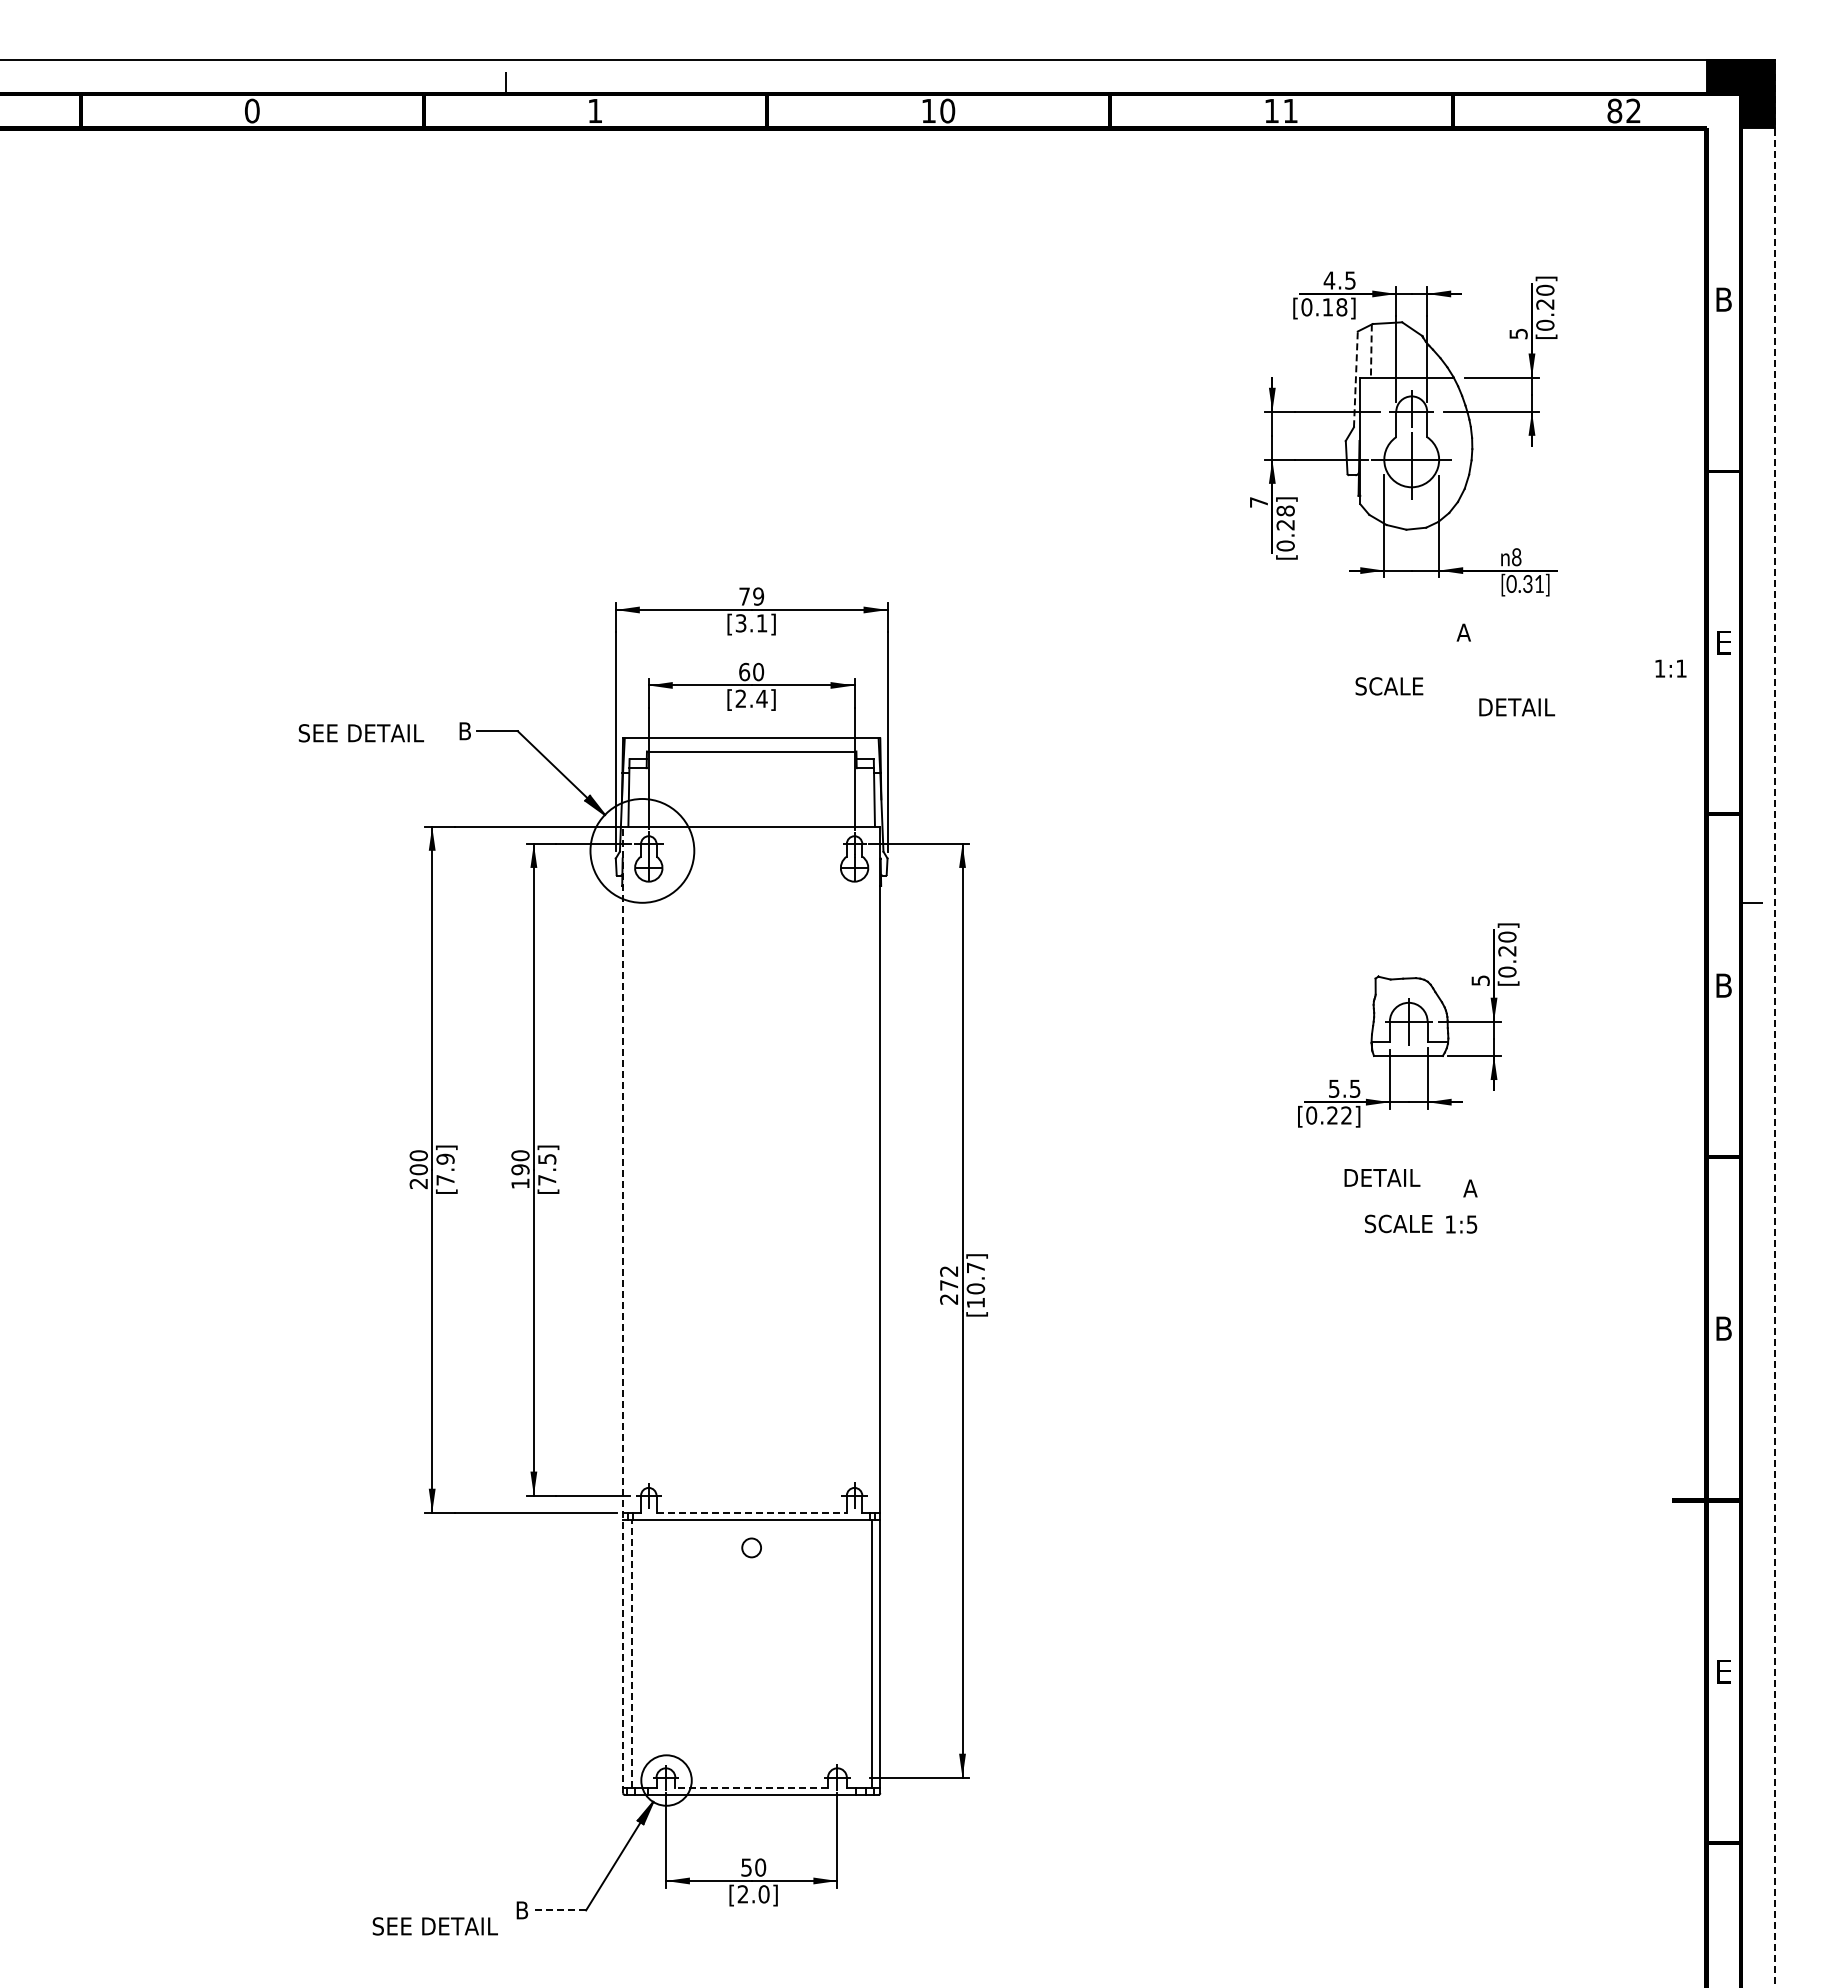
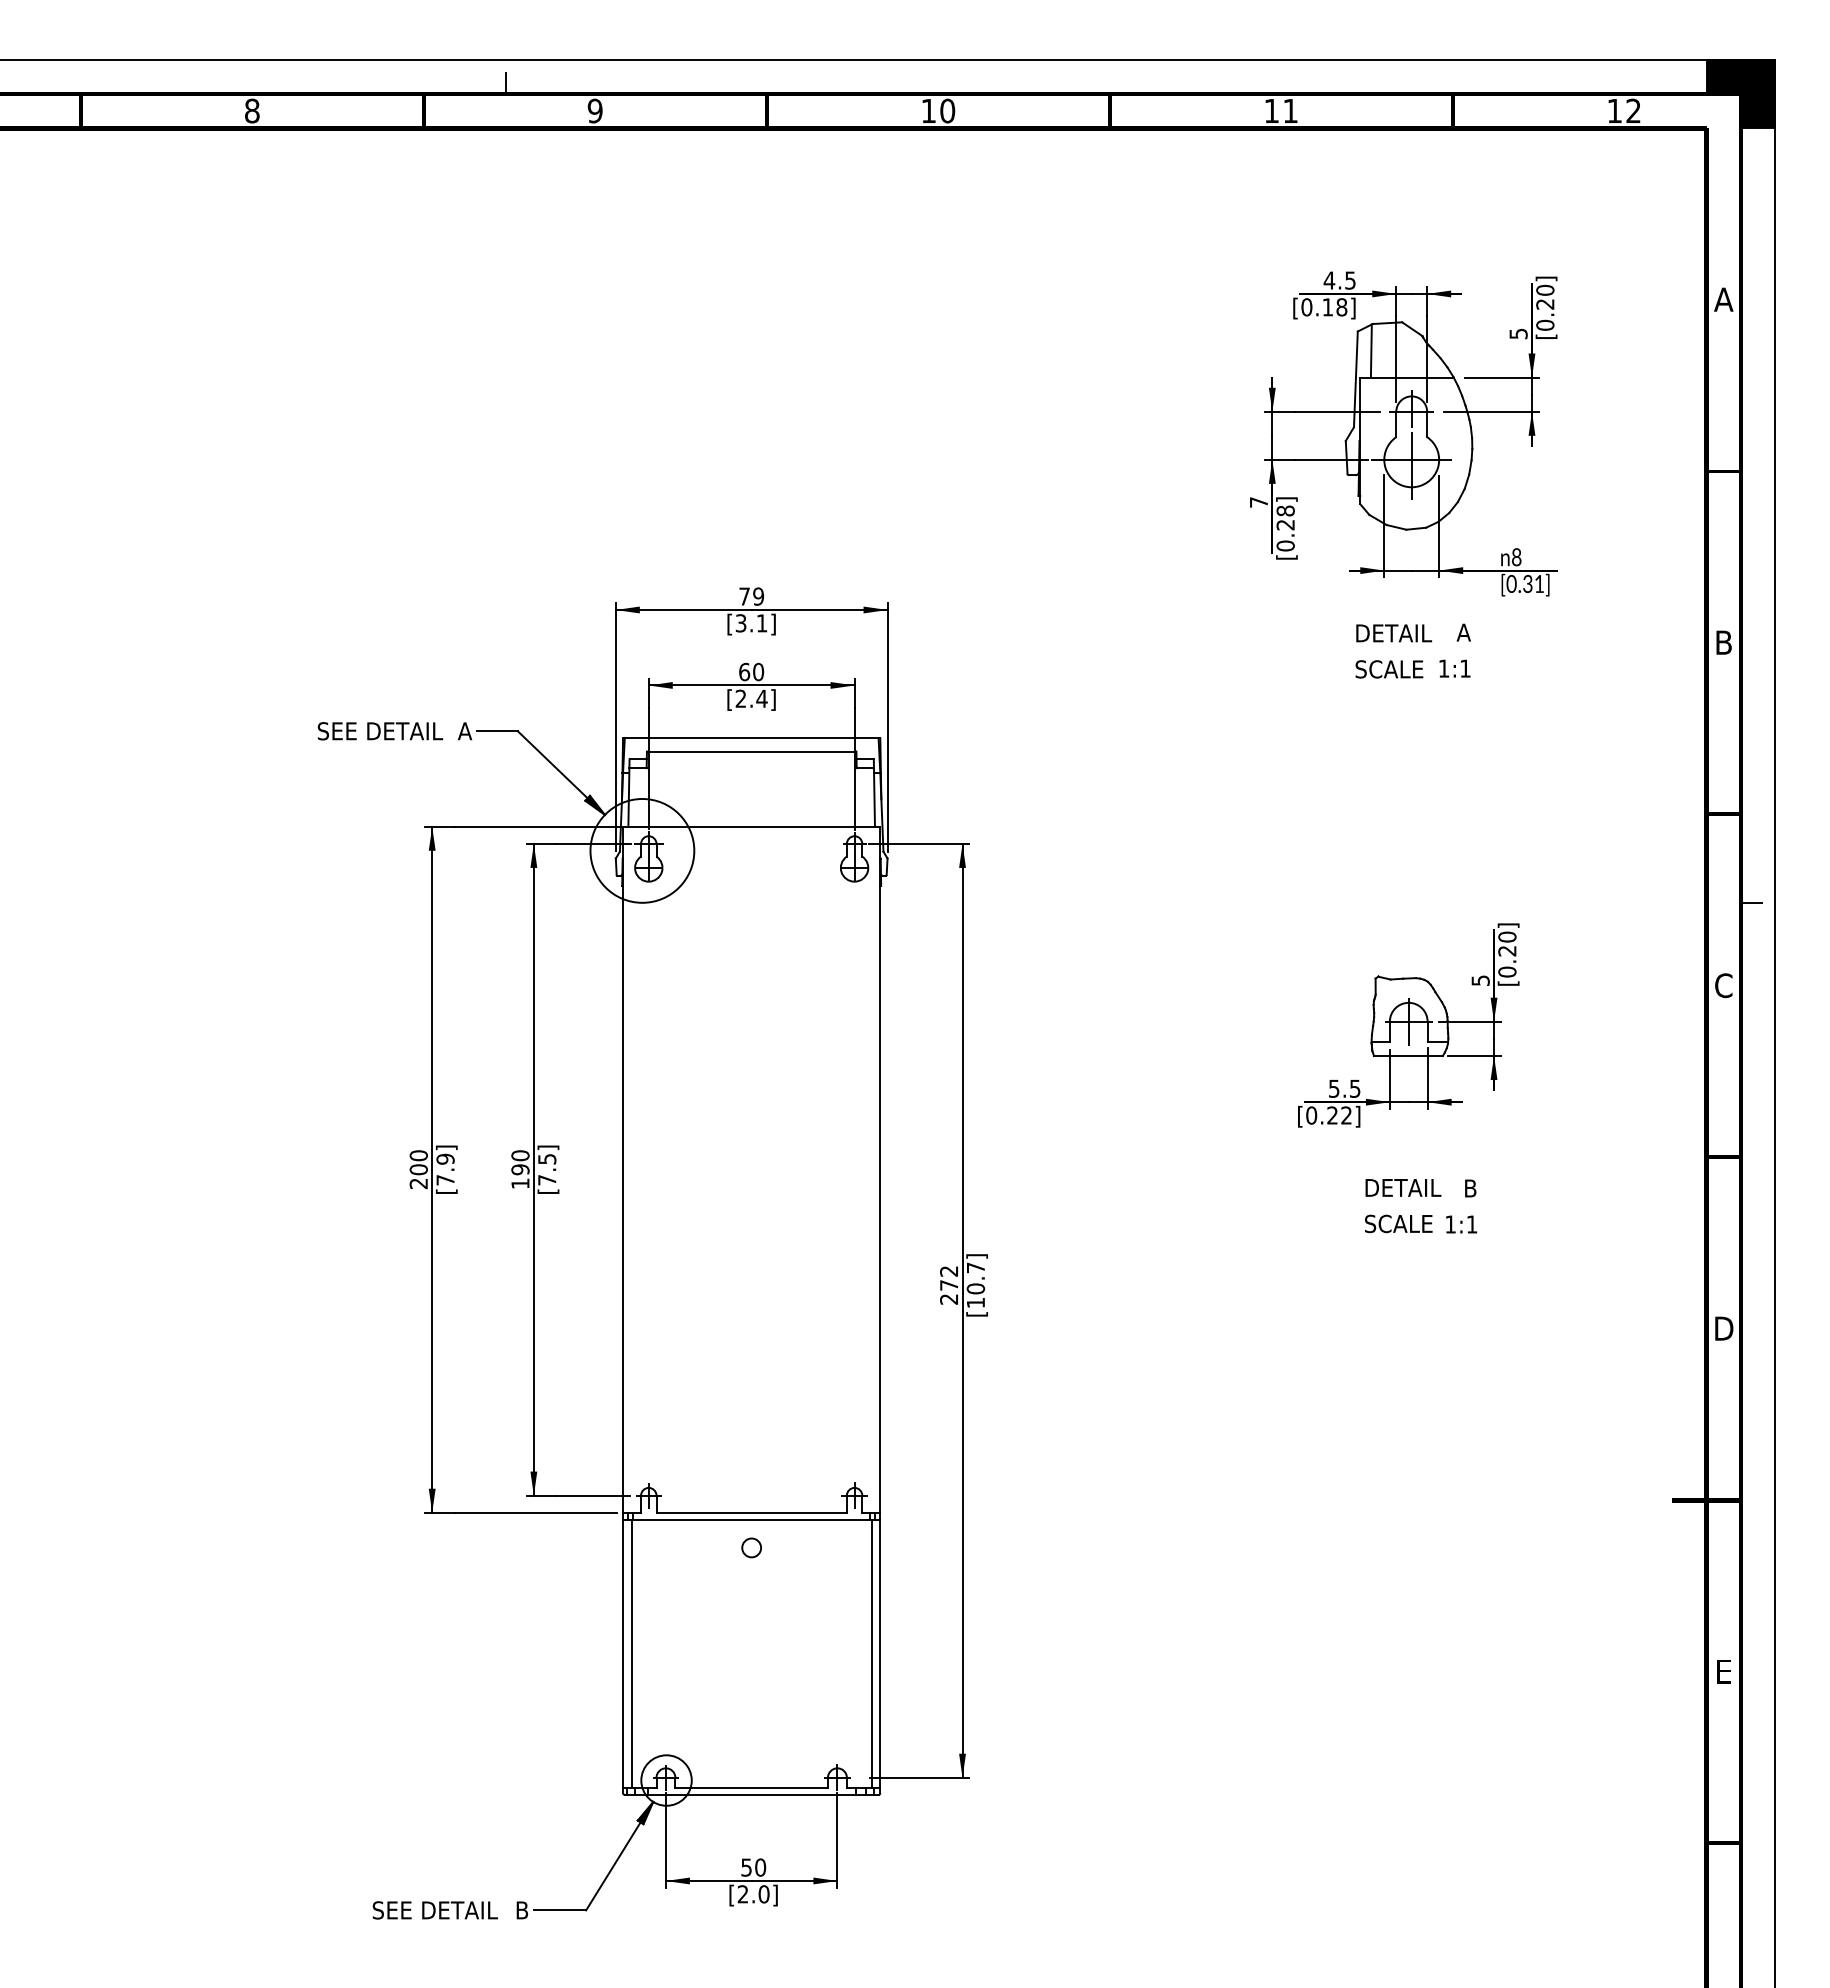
text at (594, 110): 1 -> 9
text at (1614, 110): 82 -> 12
text at (252, 111): 0 -> 8
text at (1723, 299): B -> A
line at (1371, 351): dashed -> solid
line at (1355, 379): dashed -> solid
text at (1723, 642): E -> B
text at (1670, 668) position: (1670, 668) -> (1454, 668)
text at (1389, 686) position: (1389, 686) -> (1389, 669)
text at (1517, 707) position: (1517, 707) -> (1394, 633)
text at (465, 731): B -> A
text at (360, 733) position: (360, 733) -> (379, 731)
text at (1723, 985): B -> C
line at (1775, 1023): dashed -> solid
text at (1382, 1177) position: (1382, 1177) -> (1403, 1187)
text at (1470, 1188): A -> B
text at (1471, 1224): 1:5 -> 1:1
line at (623, 1309): dashed -> solid
text at (1724, 1328): B -> D
line at (752, 1512): dashed -> solid
line at (631, 1653): dashed -> solid
line at (751, 1788): dashed -> solid
line at (559, 1910): dashed -> solid
text at (434, 1926) position: (434, 1926) -> (434, 1910)
